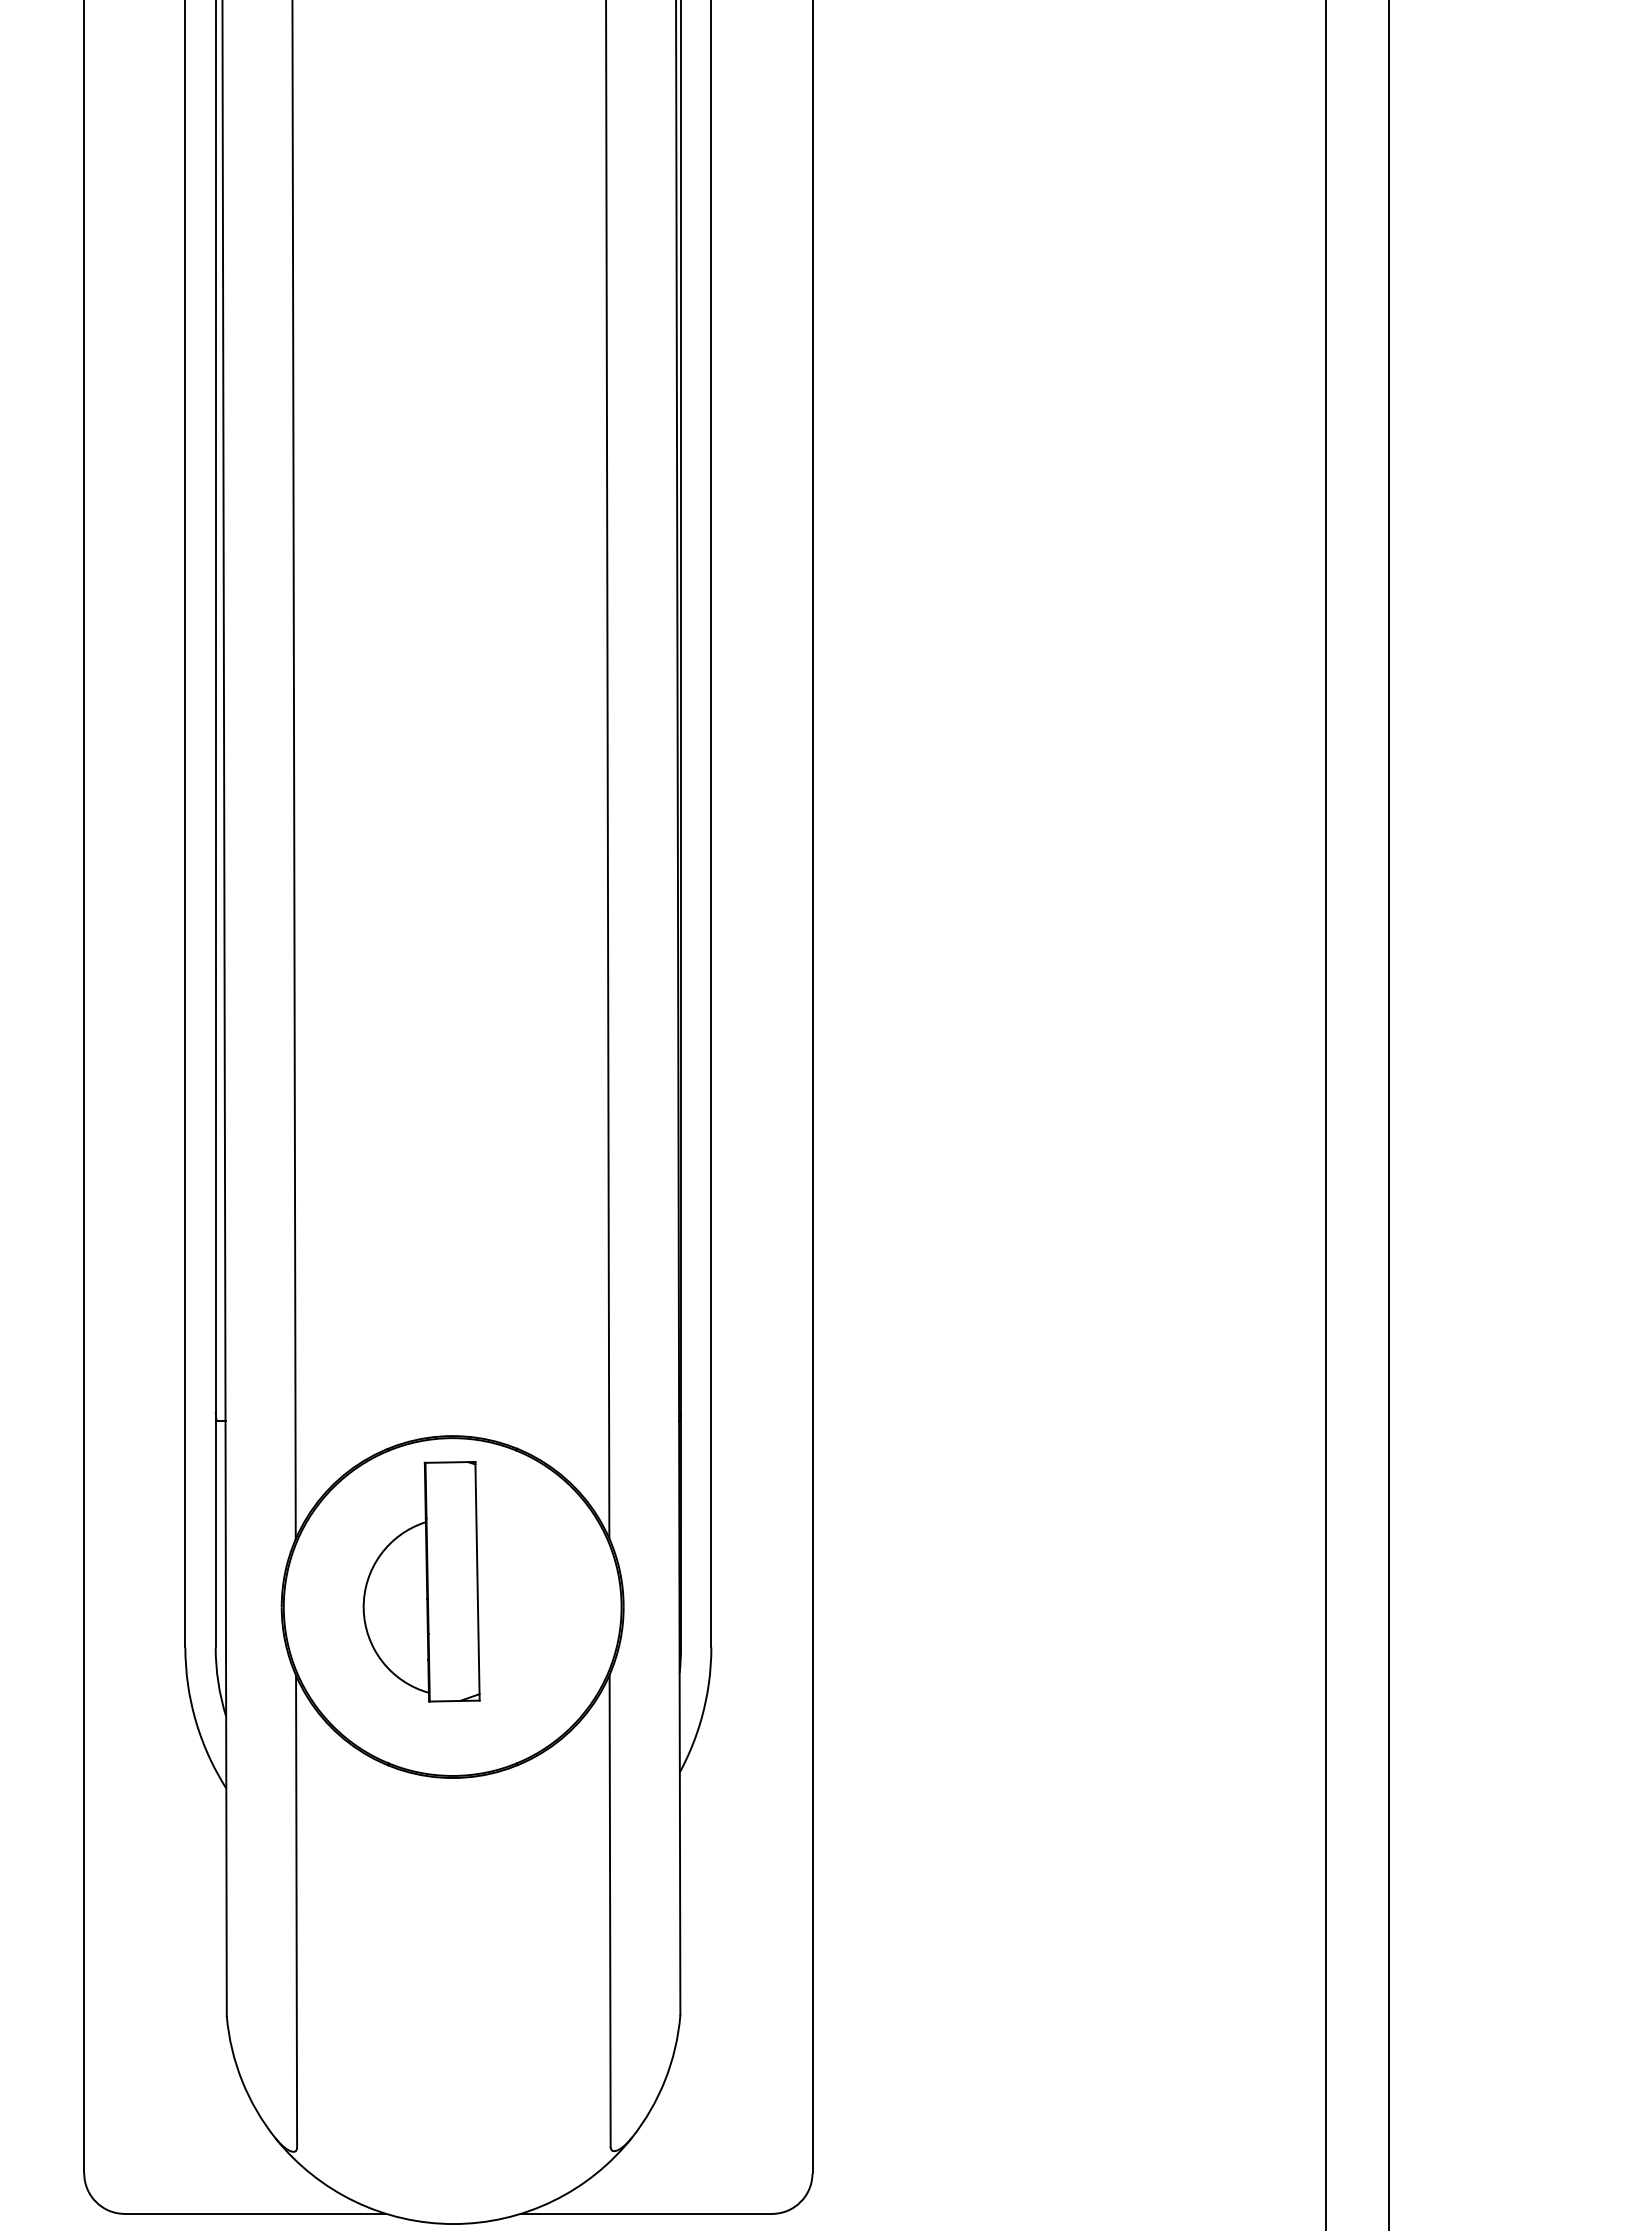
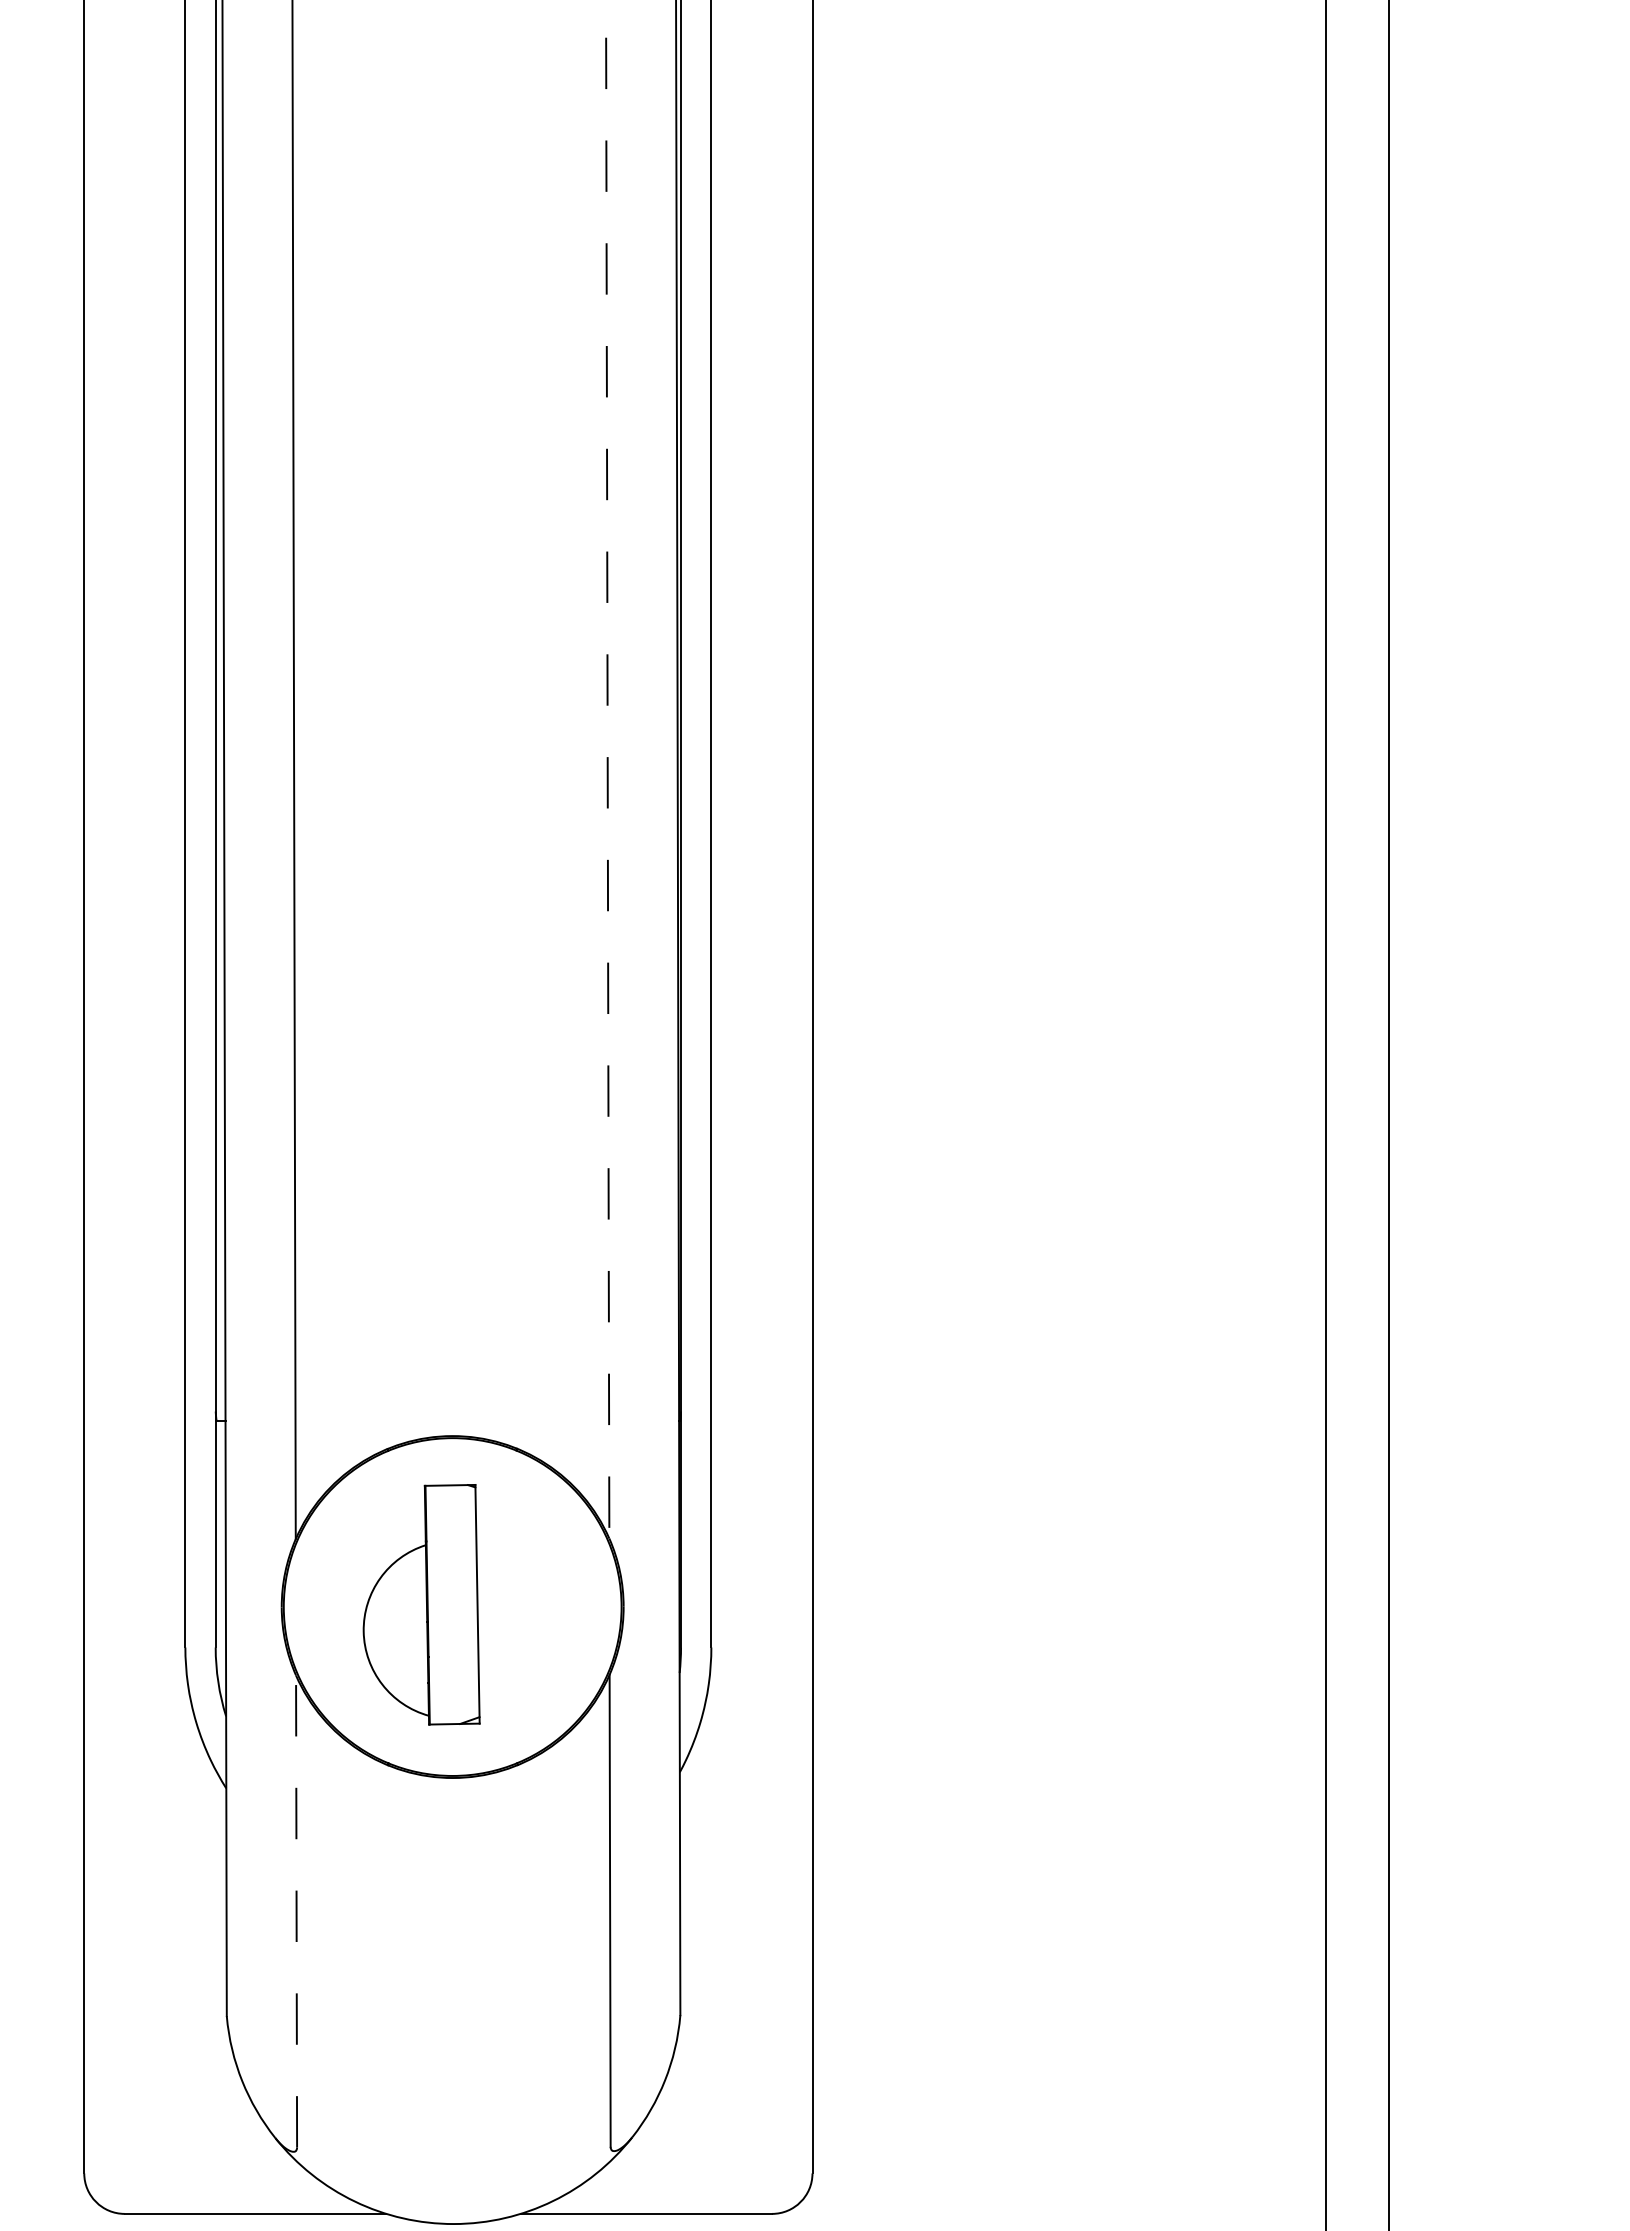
line at (607, 769): solid -> dashed
part at (421, 1581) position: (421, 1581) -> (421, 1604)
line at (296, 1911): solid -> dashed
